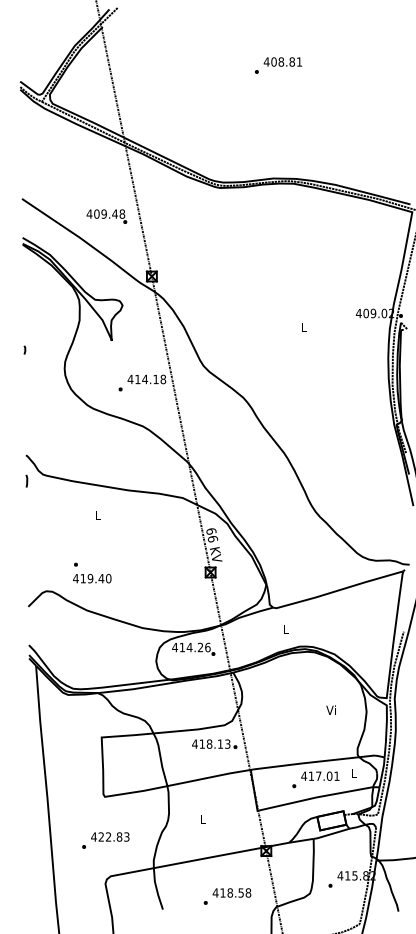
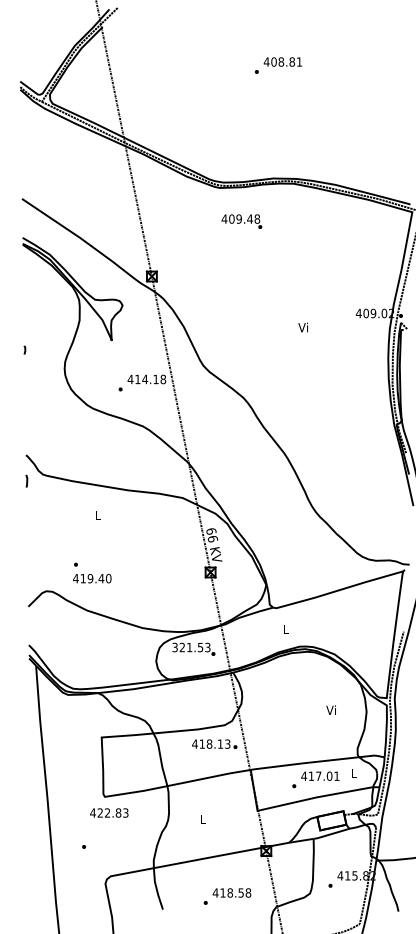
text at (106, 216) position: (106, 216) -> (241, 221)
text at (302, 327): L -> Vi
text at (191, 647): 414.26 -> 321.53
text at (110, 836) position: (110, 836) -> (109, 812)
